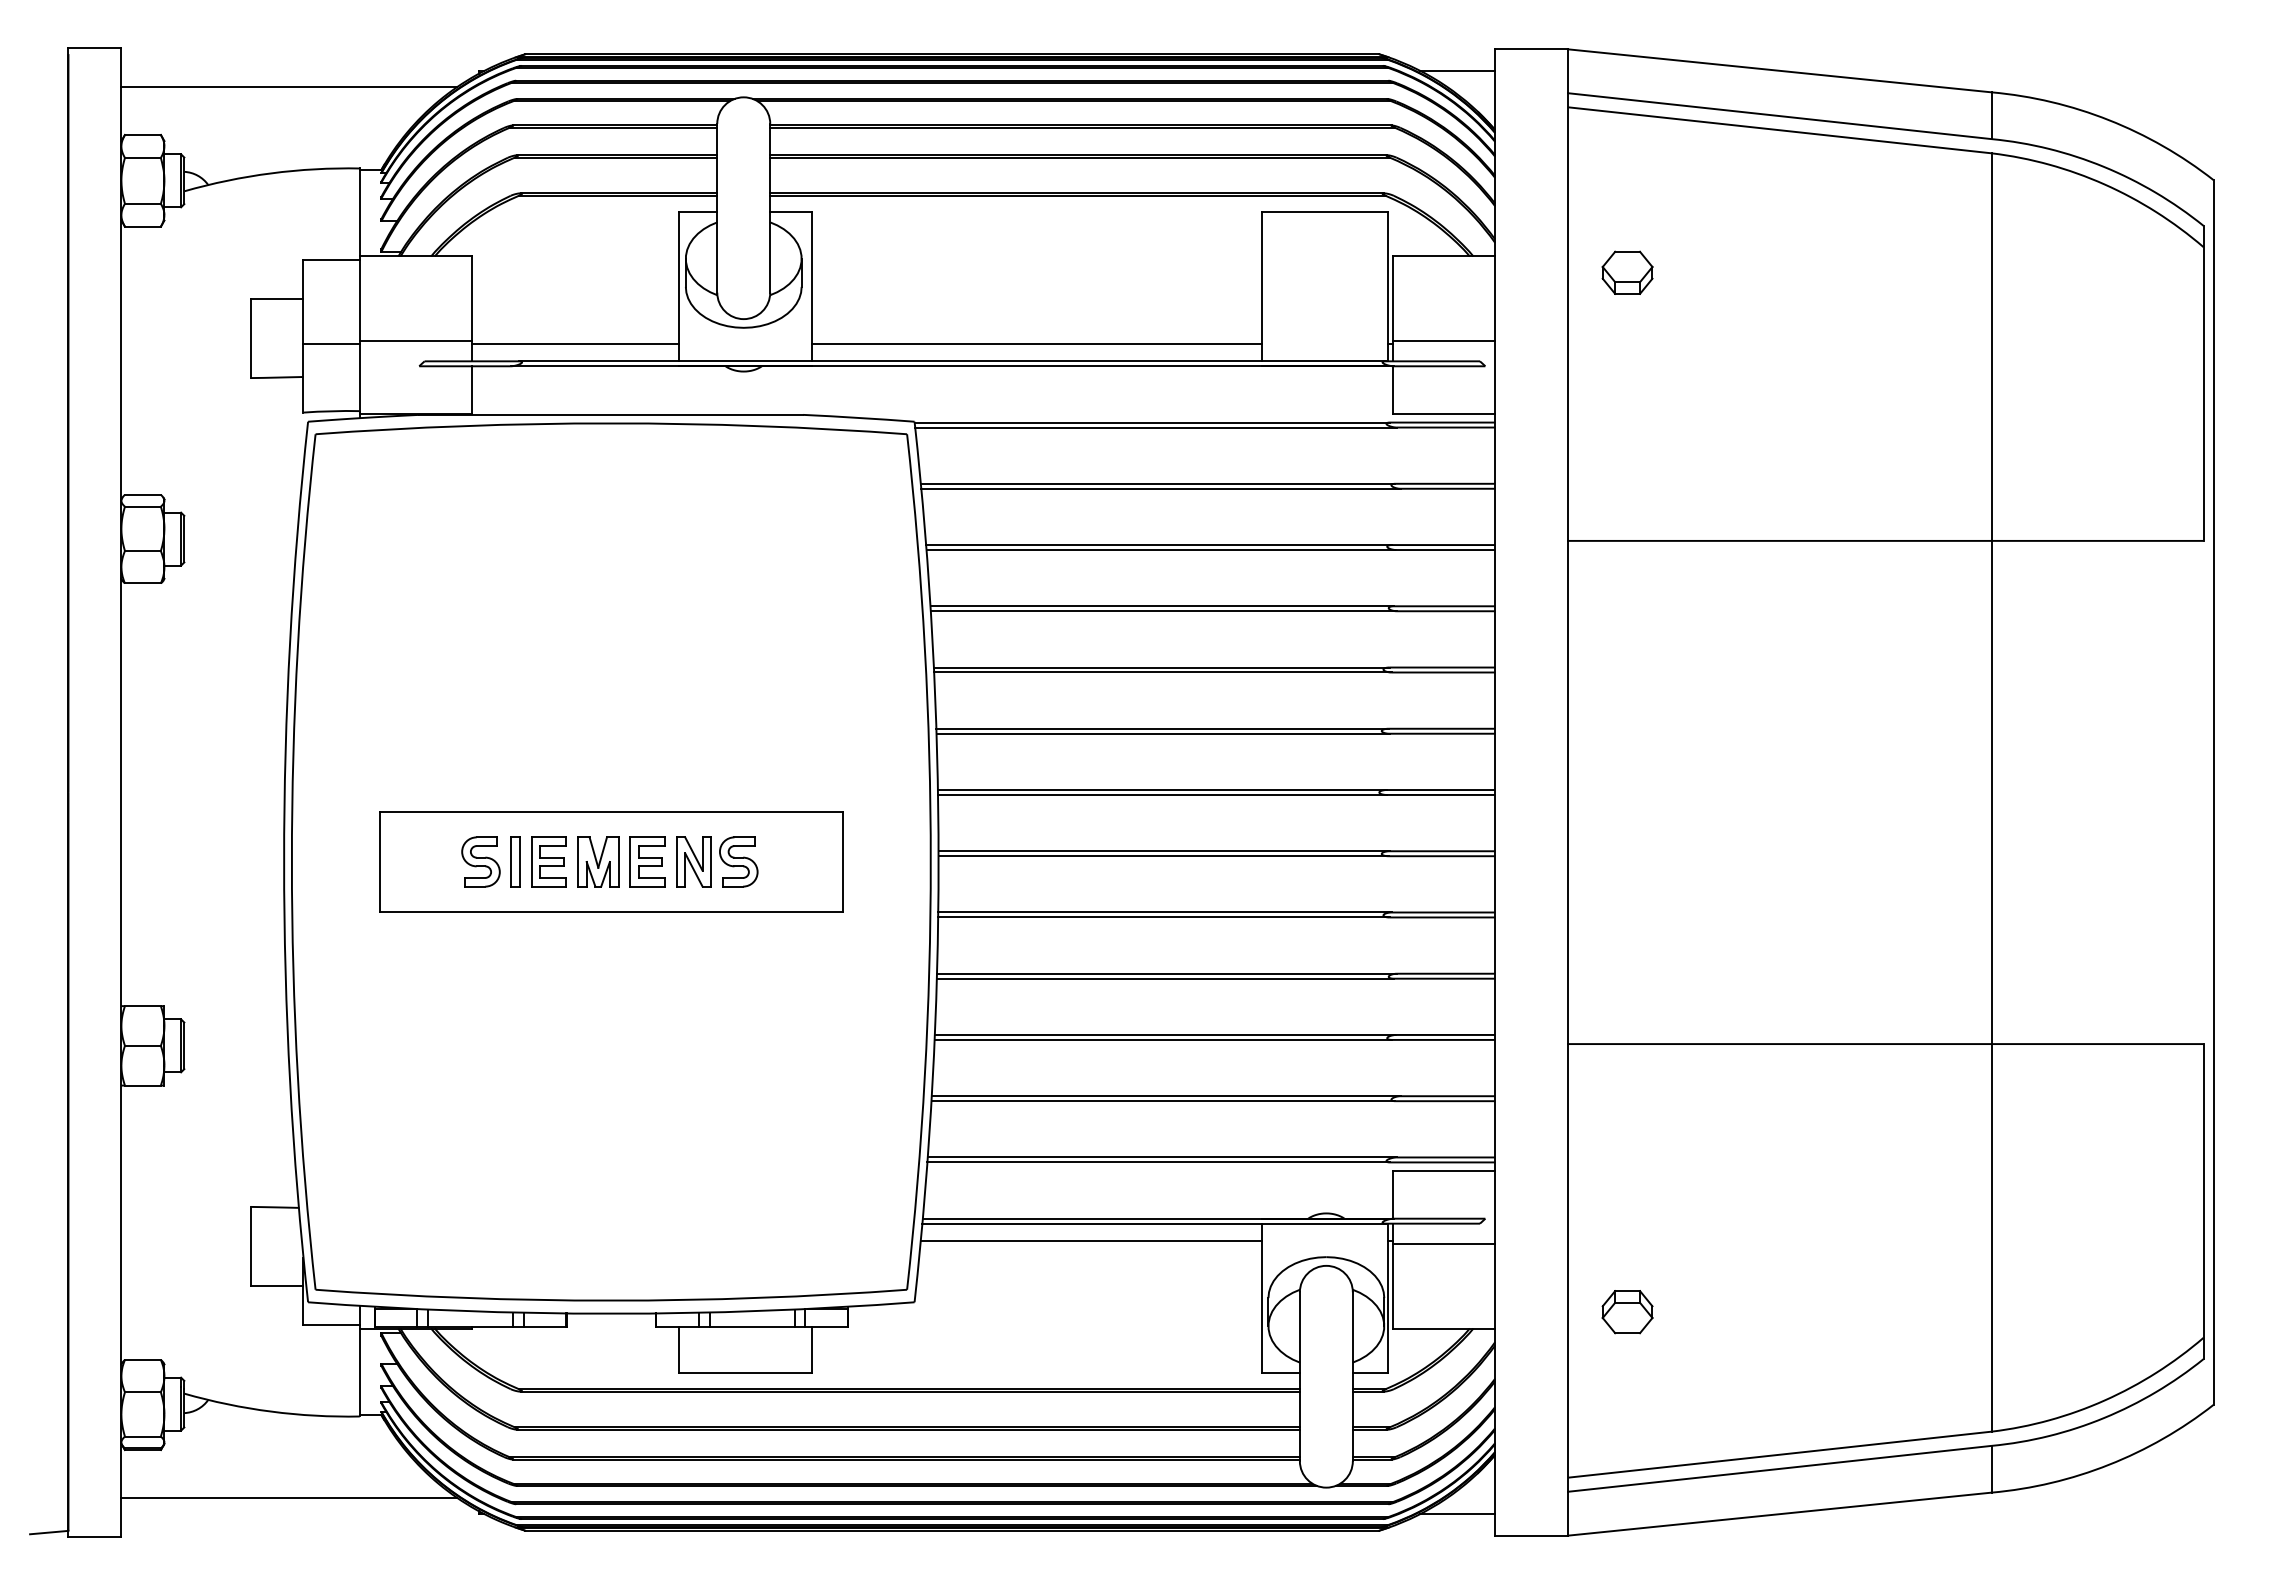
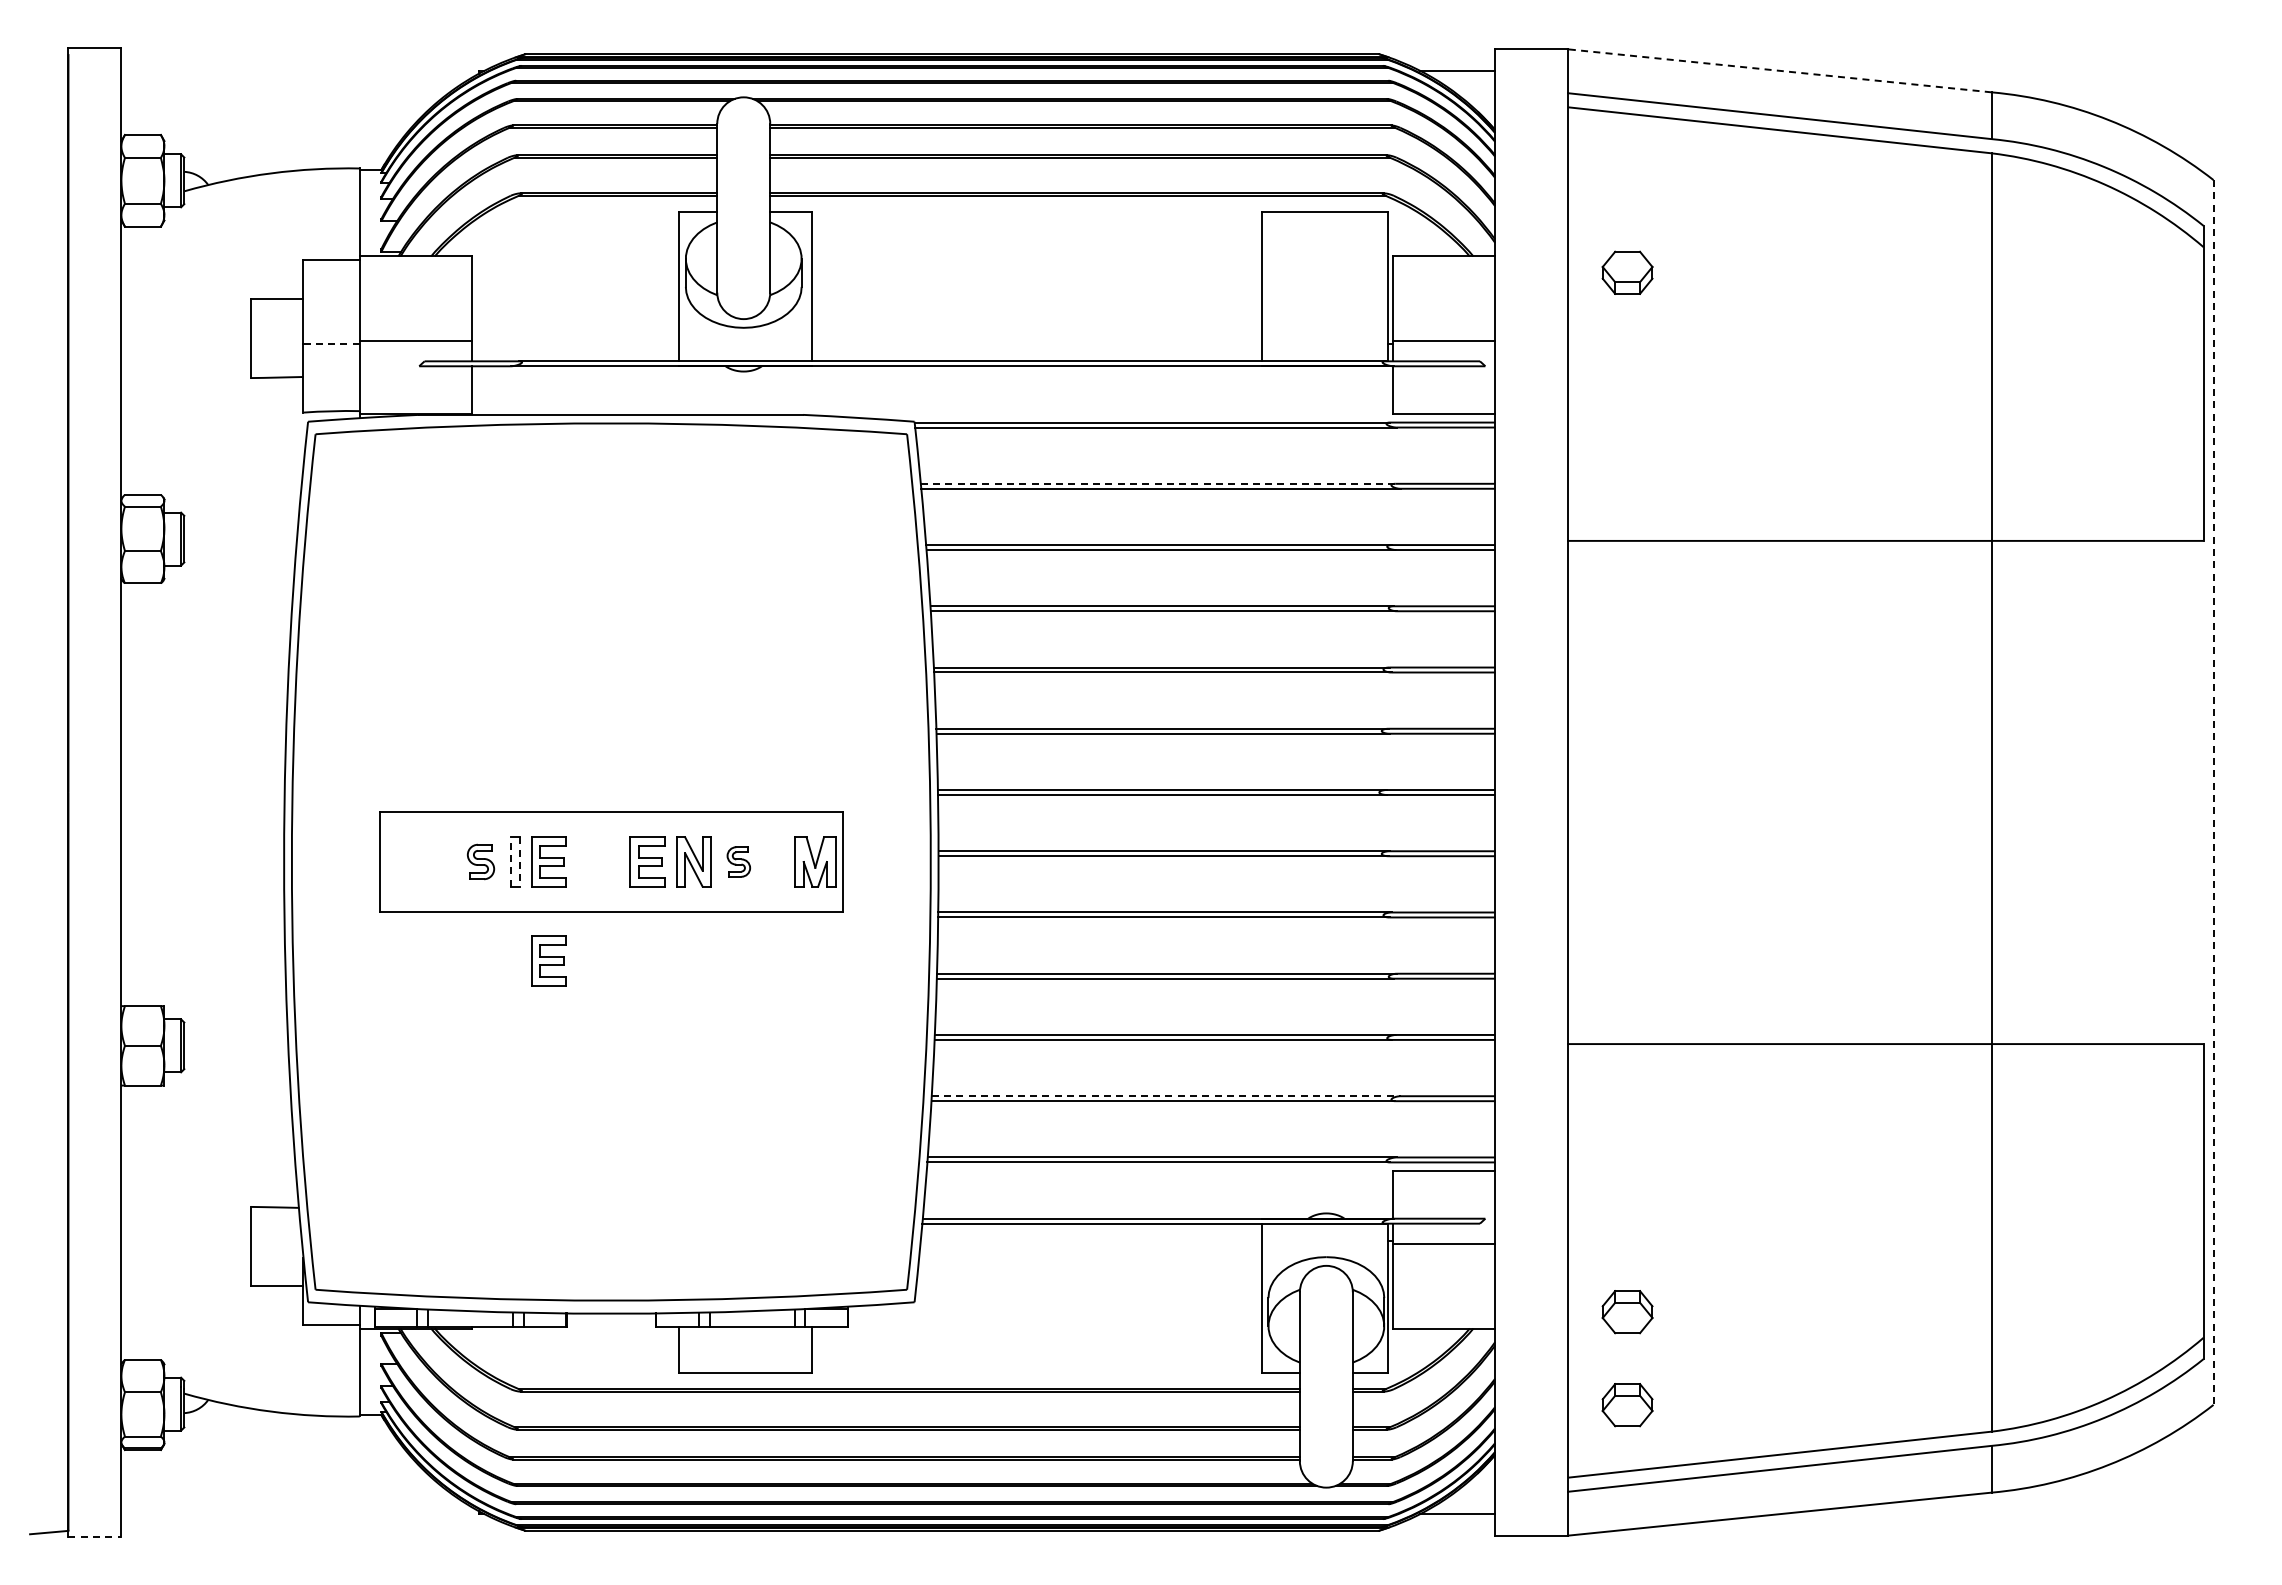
line at (1779, 70): solid -> dashed
line at (288, 87): present -> none
line at (575, 343): present -> none
line at (1036, 343): present -> none
line at (331, 344): solid -> dashed
line at (1158, 483): solid -> dashed
line at (2213, 792): solid -> dashed
part at (480, 861) size: 40x52 px -> 30x38 px
part at (598, 861) position: (598, 861) -> (815, 861)
part at (738, 861) size: 40x52 px -> 25x32 px
line at (511, 862): solid -> dashed
line at (520, 862): solid -> dashed
part at (548, 960): none -> present
line at (1166, 1096): solid -> dashed
line at (1090, 1241): present -> none
part at (1627, 1405): none -> present
line at (288, 1497): present -> none
line at (95, 1537): solid -> dashed
